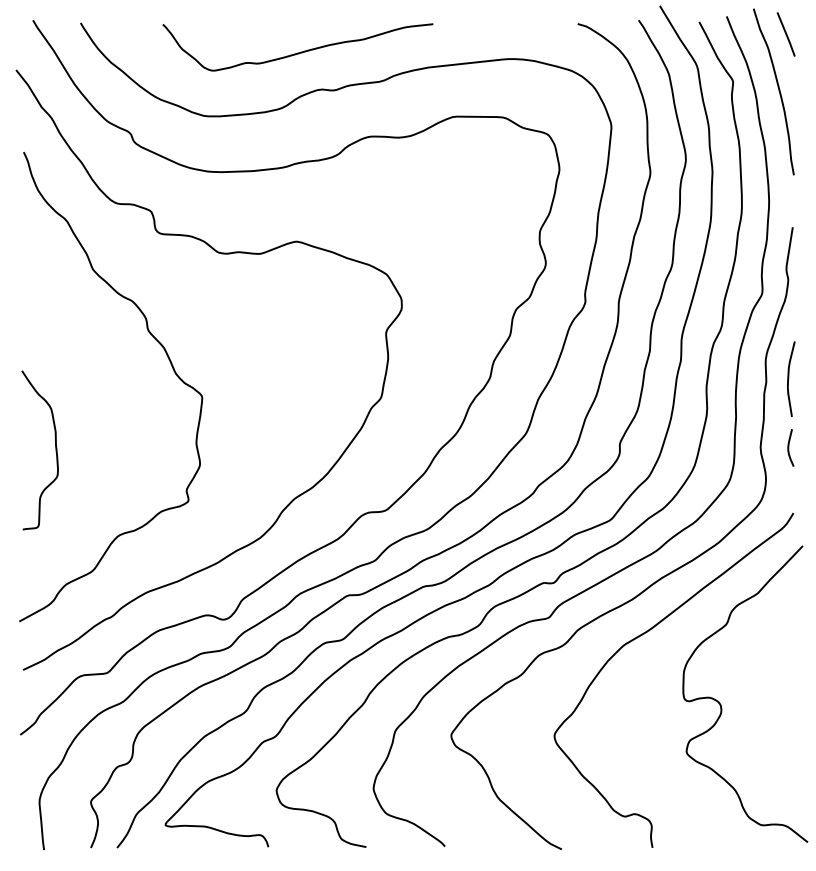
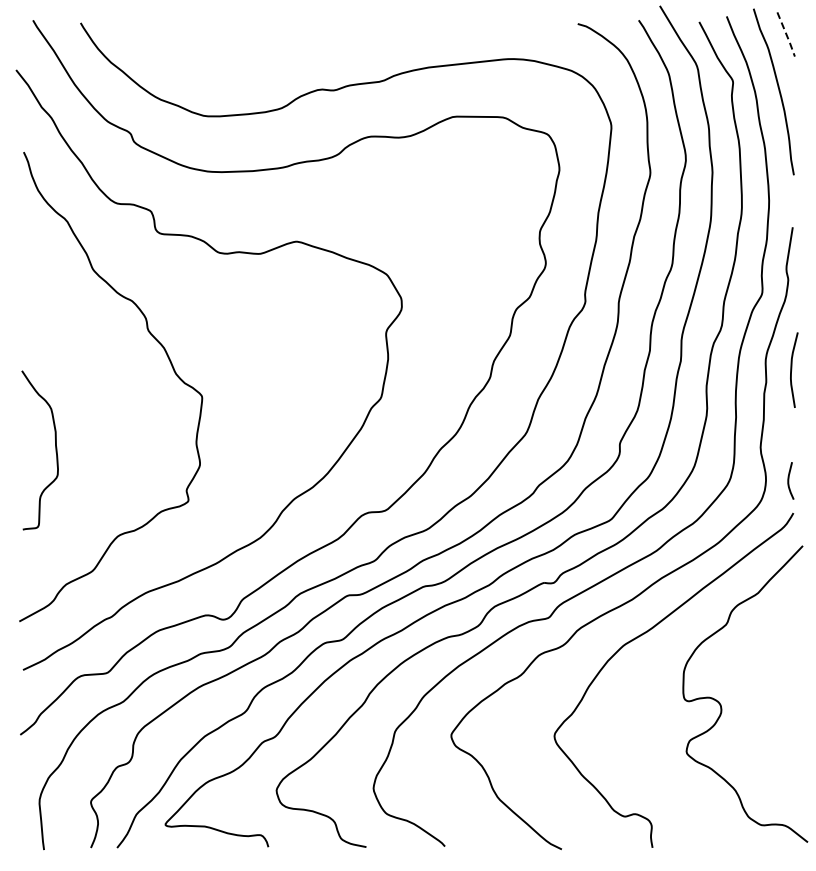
line at (786, 35): solid -> dashed
curve at (300, 51): present -> none
curve at (789, 378) position: (789, 378) -> (792, 369)
curve at (789, 447) position: (789, 447) -> (789, 480)
